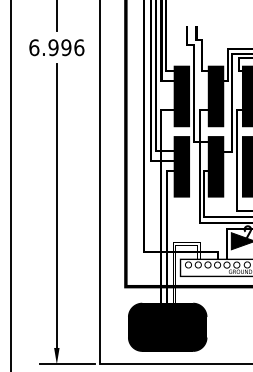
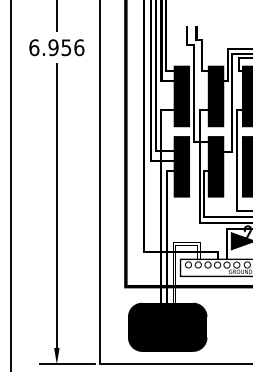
text at (66, 47): 6.996 -> 6.956
